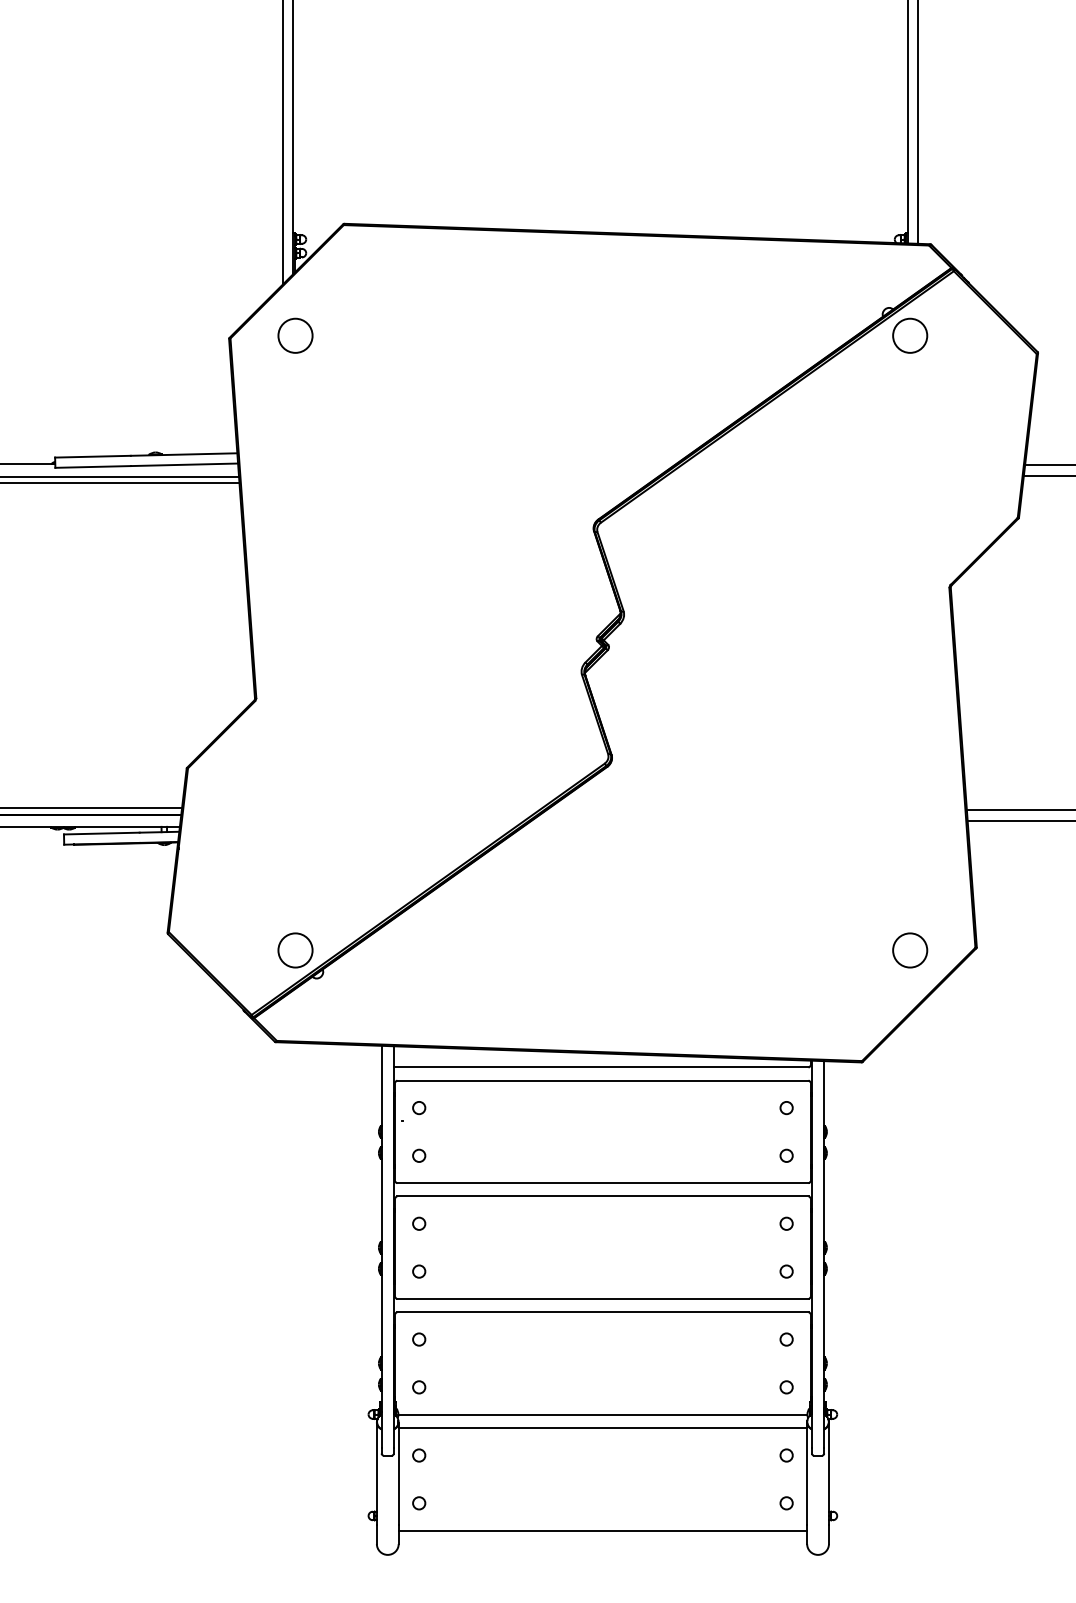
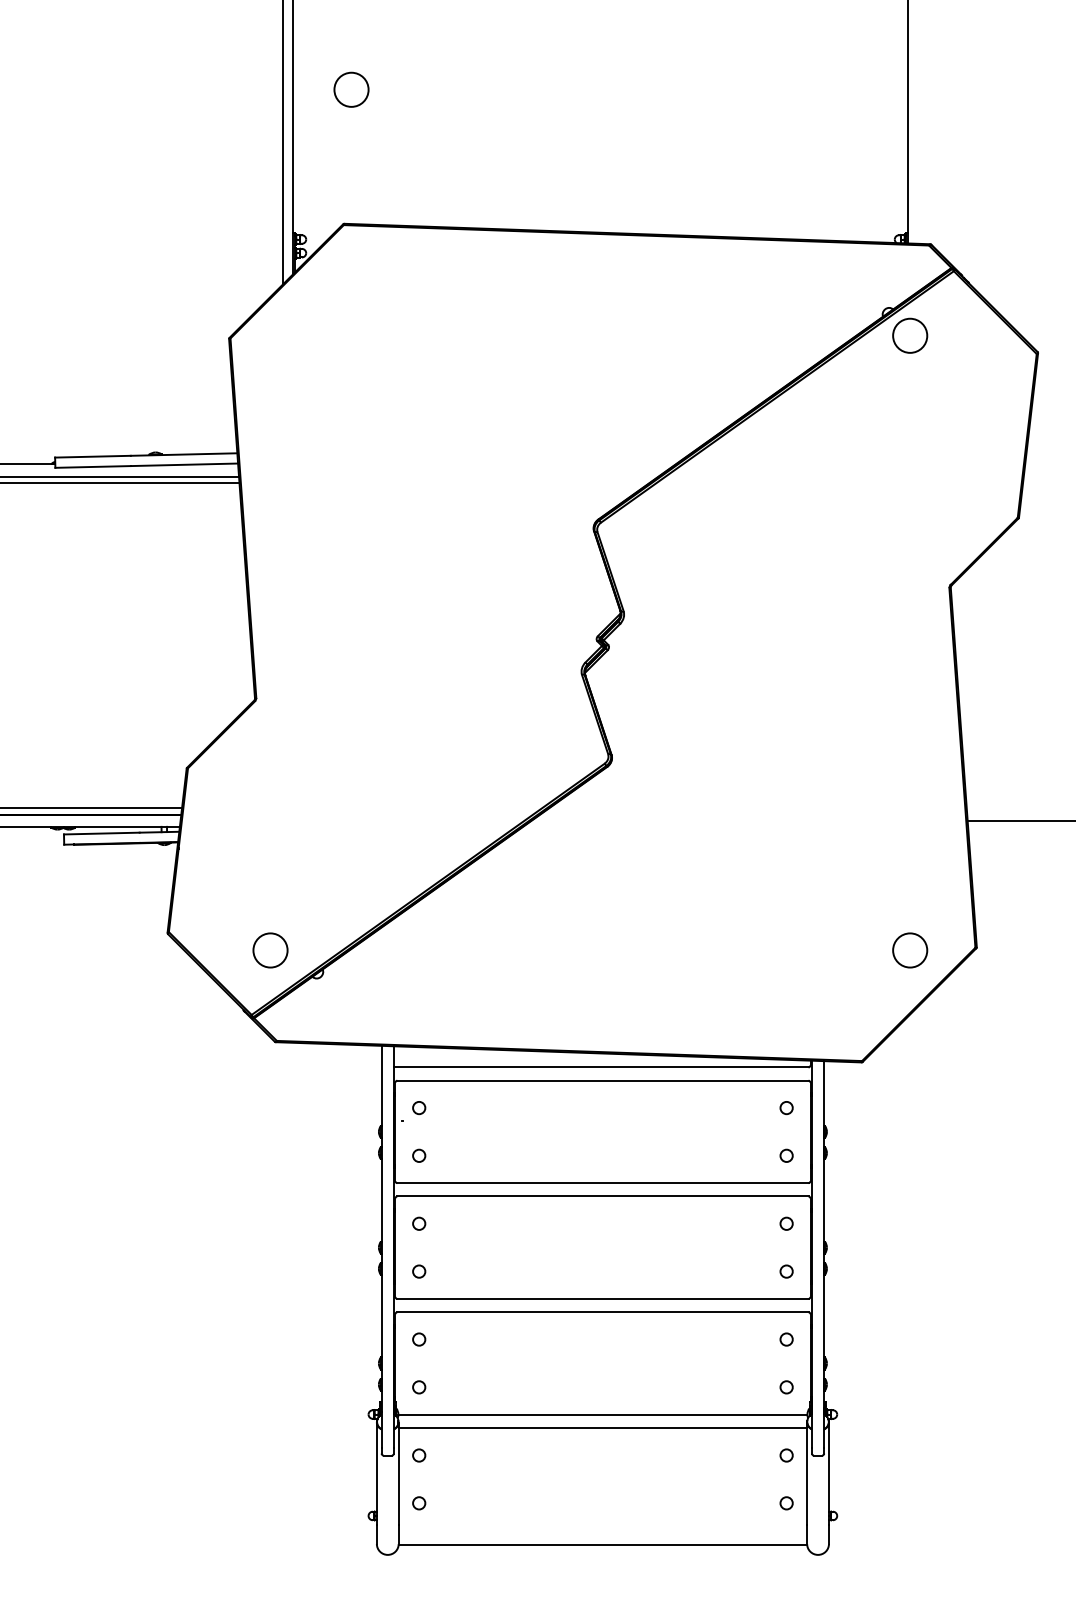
line at (918, 122): present -> none
circle at (295, 335) position: (295, 335) -> (351, 89)
line at (1048, 464): present -> none
line at (1047, 475): present -> none
line at (1019, 810): present -> none
circle at (295, 950) position: (295, 950) -> (270, 950)
line at (602, 1530) position: (602, 1530) -> (602, 1544)
